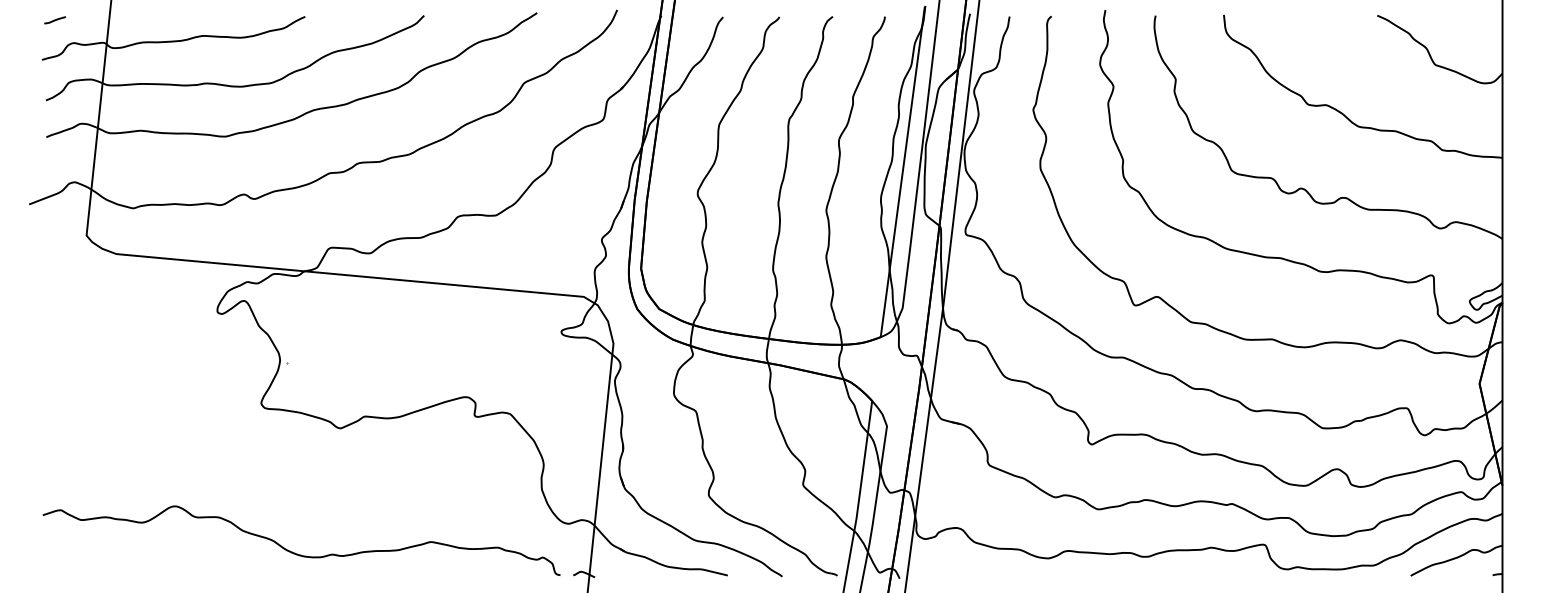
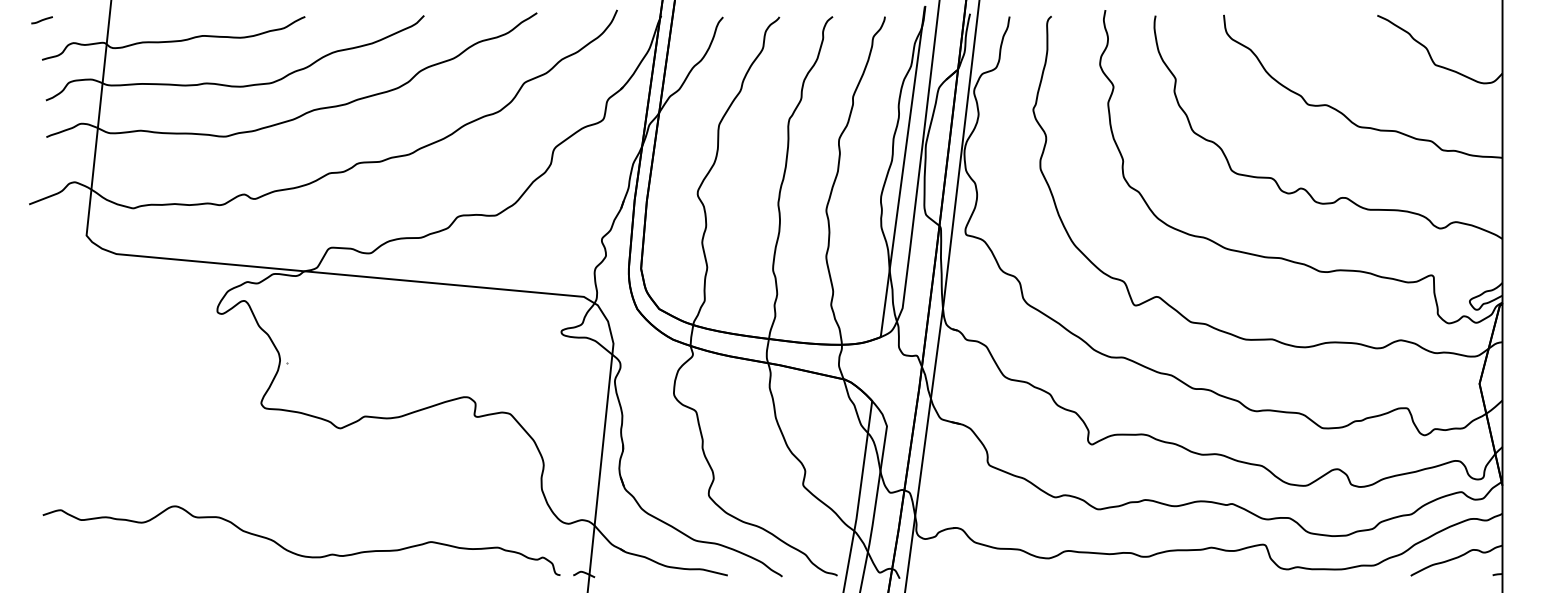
line at (54, 20) position: (54, 20) -> (41, 20)
